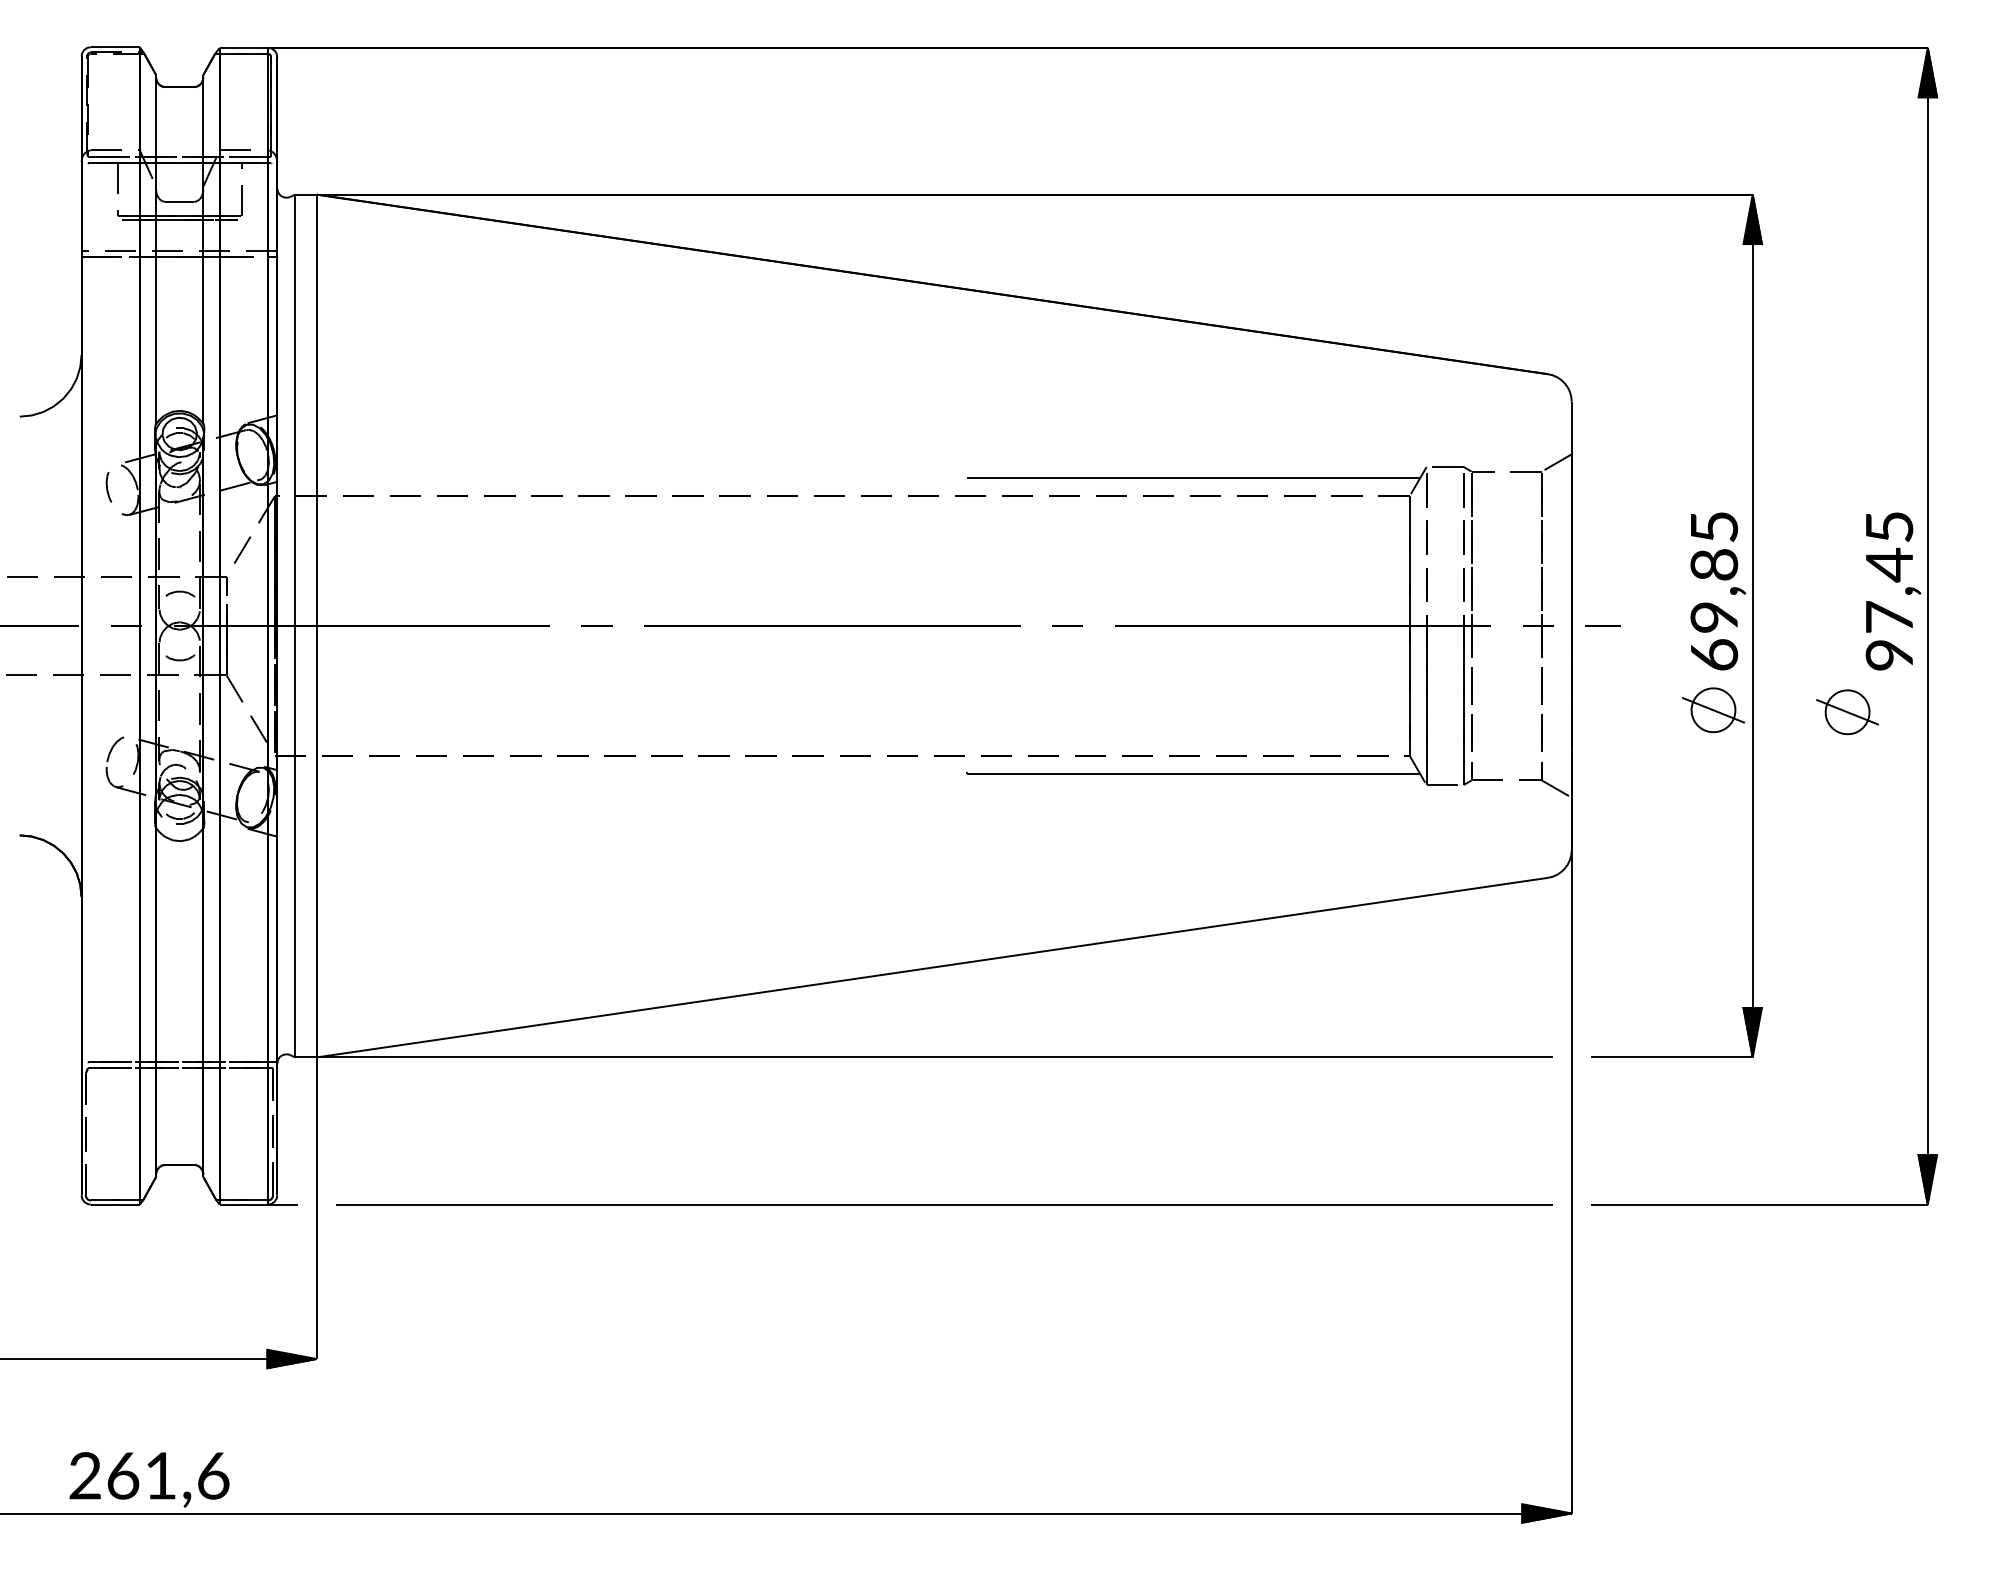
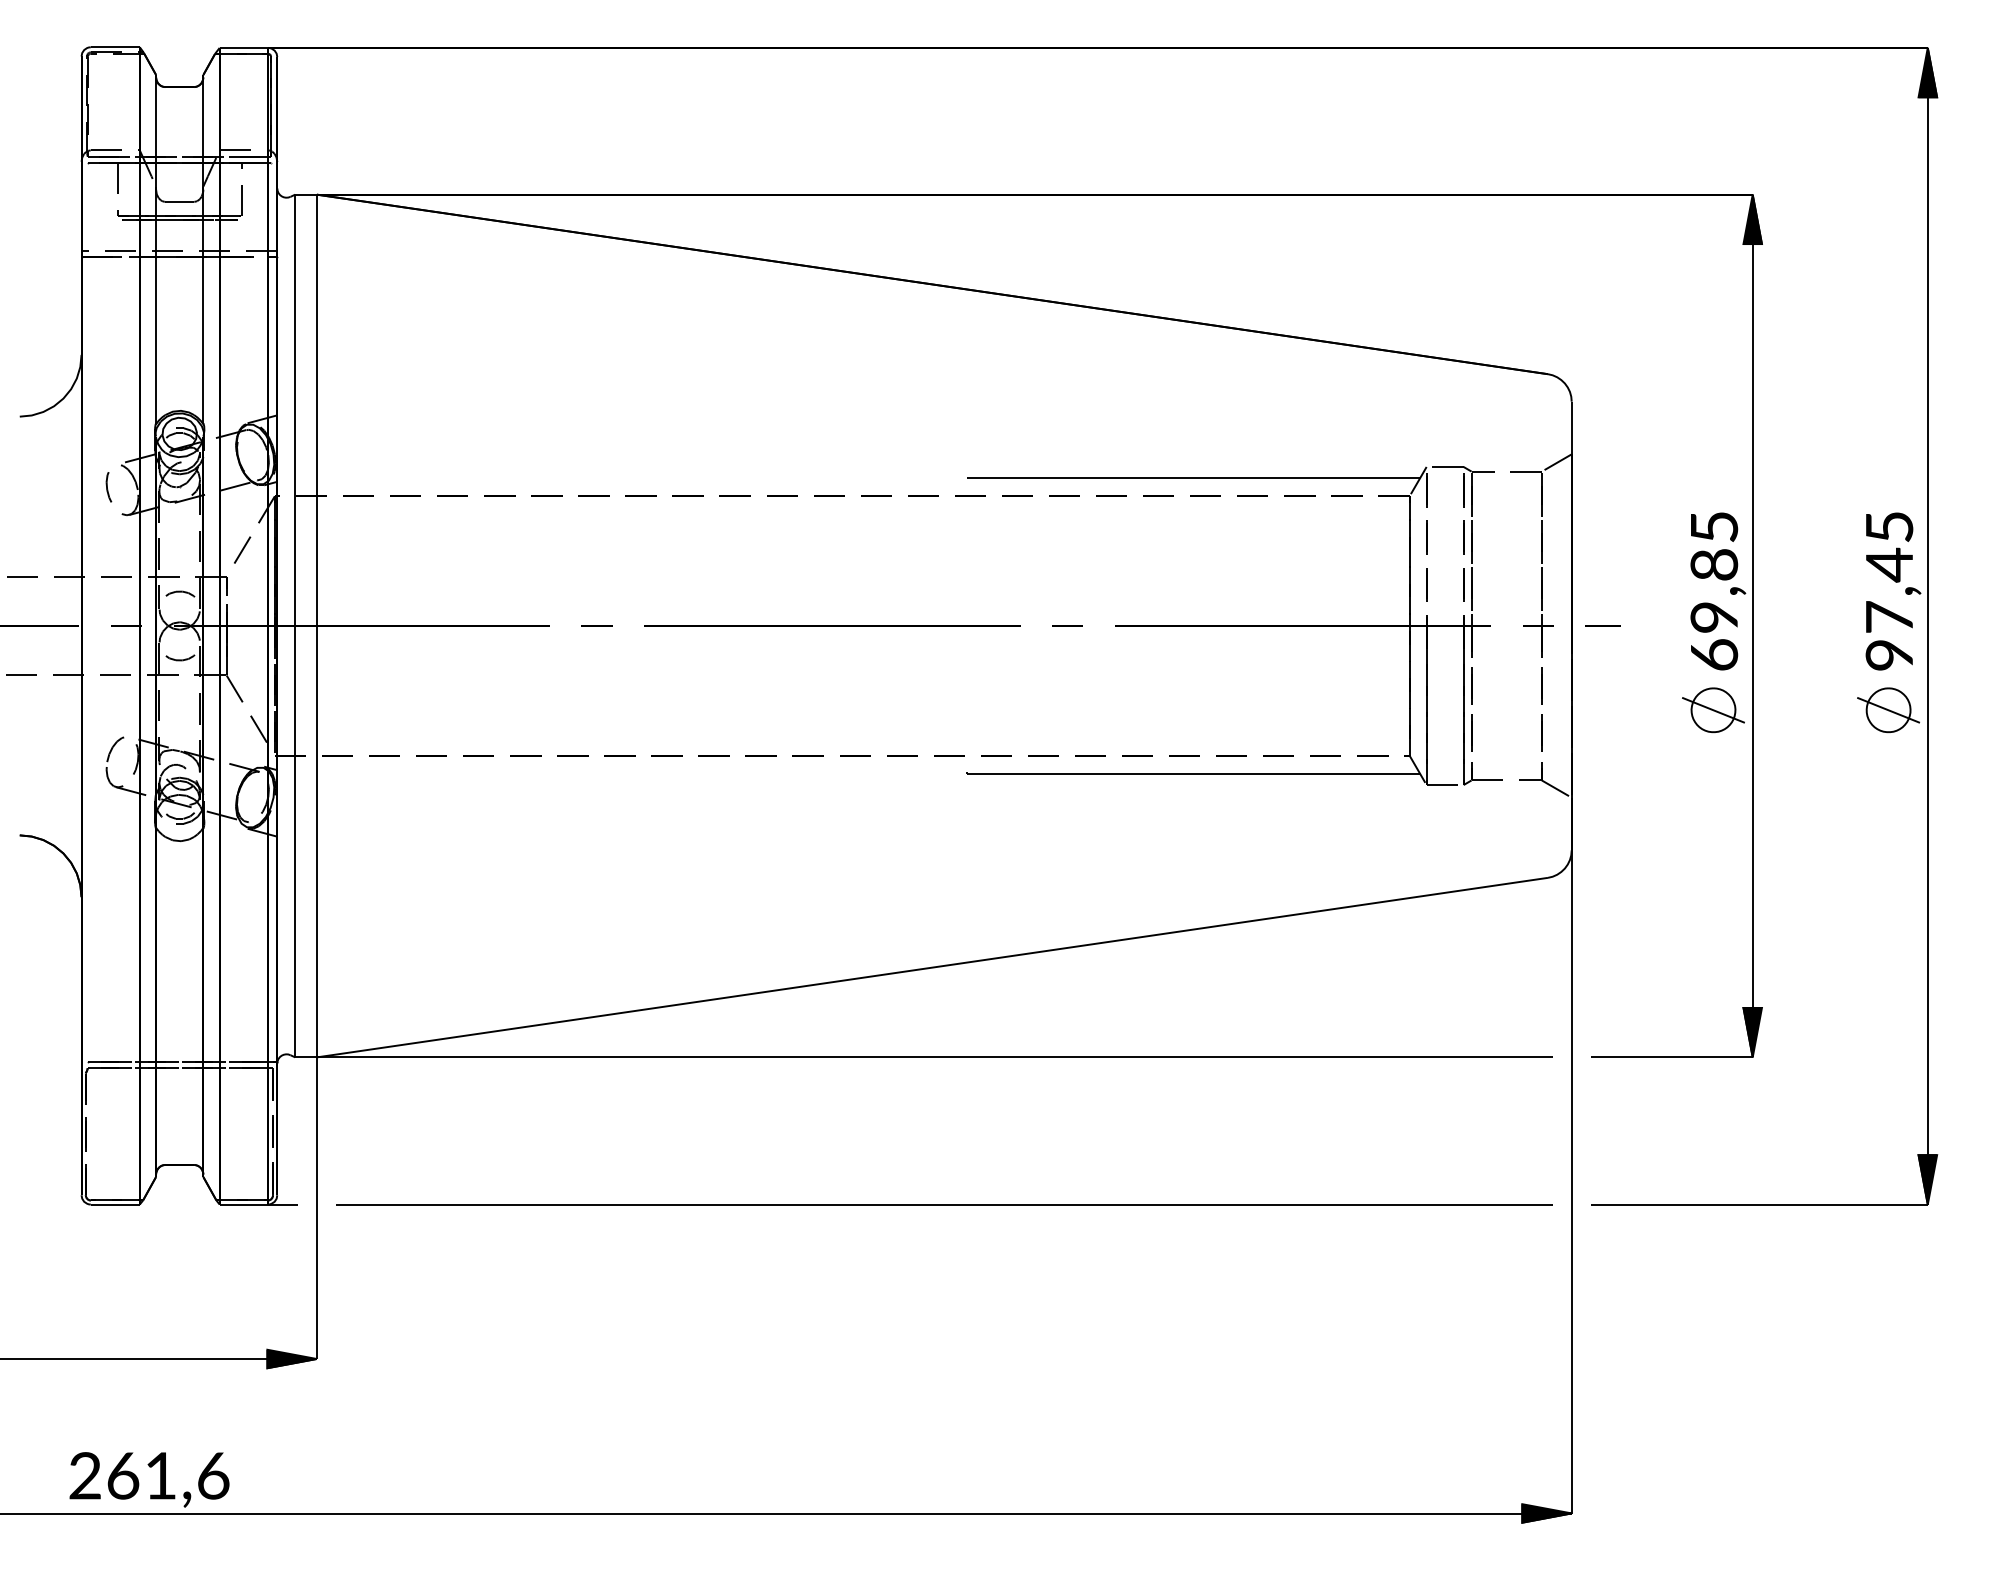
part at (1847, 712) position: (1847, 712) -> (1888, 710)
